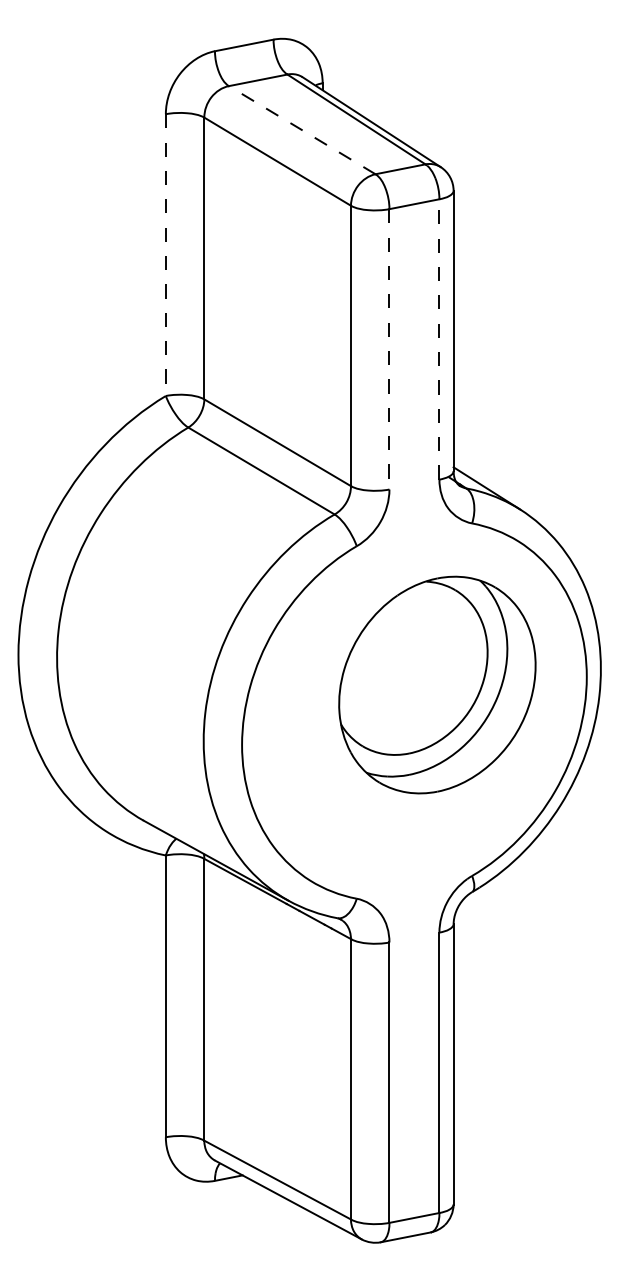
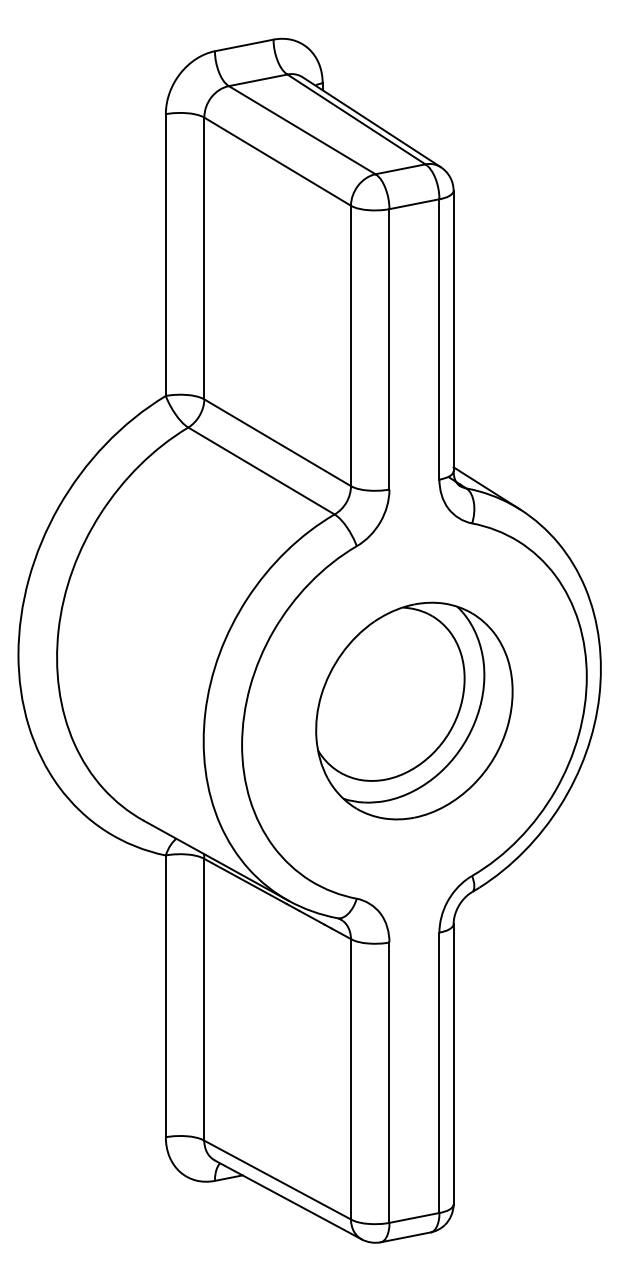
line at (302, 130): dashed -> solid
line at (165, 255): dashed -> solid
line at (439, 338): dashed -> solid
line at (389, 349): dashed -> solid
part at (437, 684) position: (437, 684) -> (414, 710)
